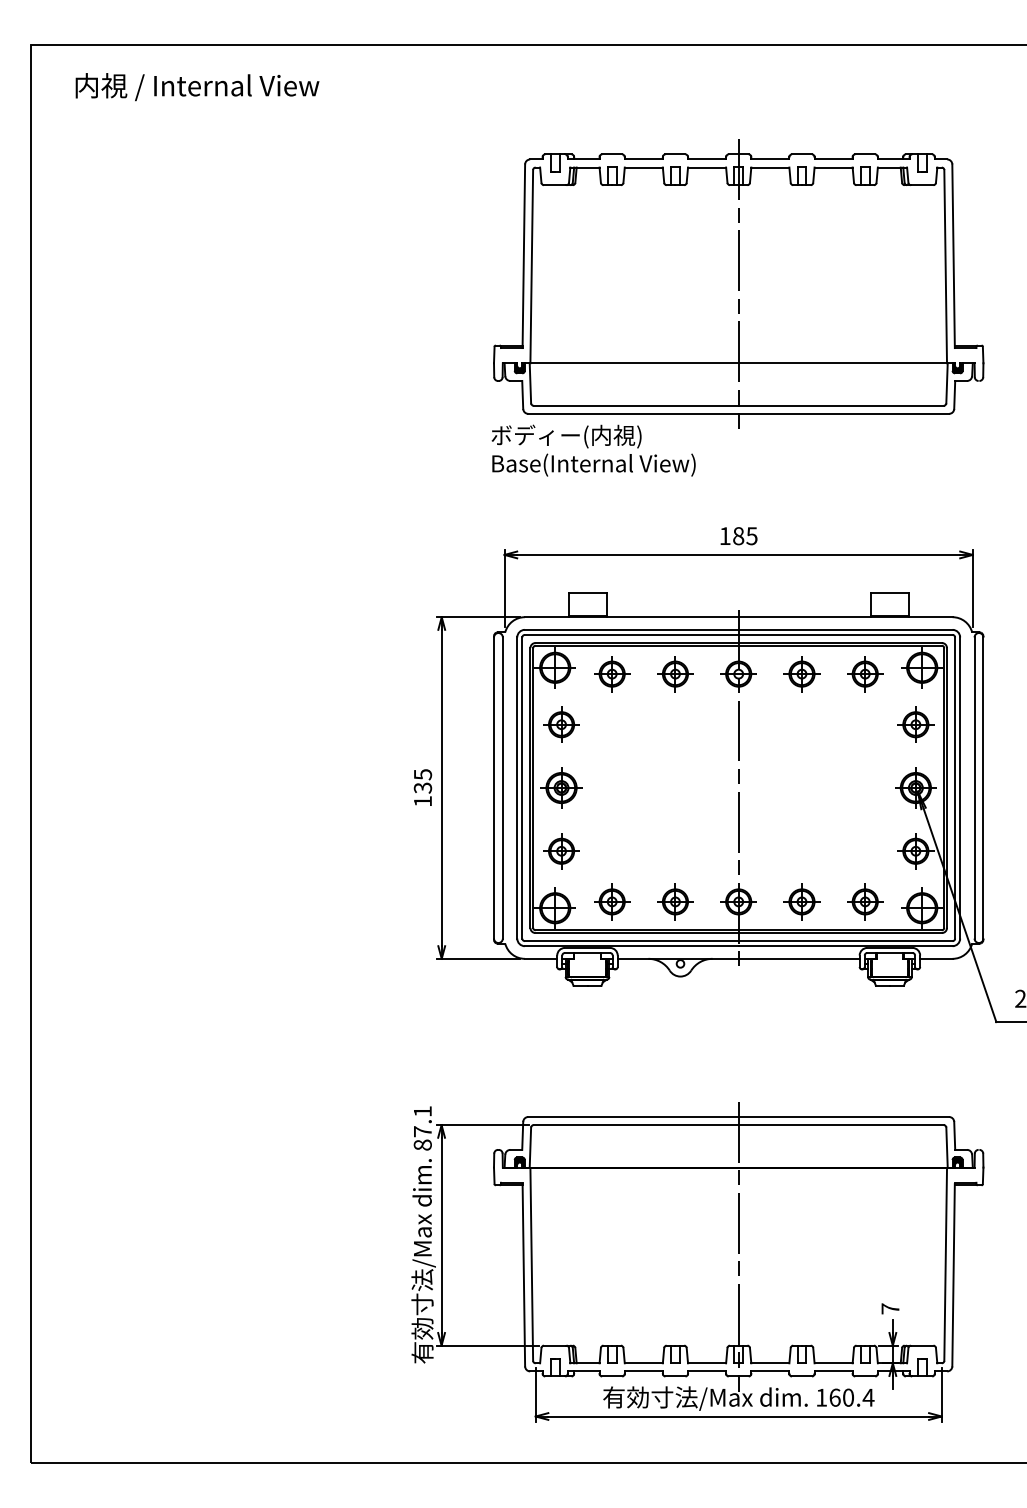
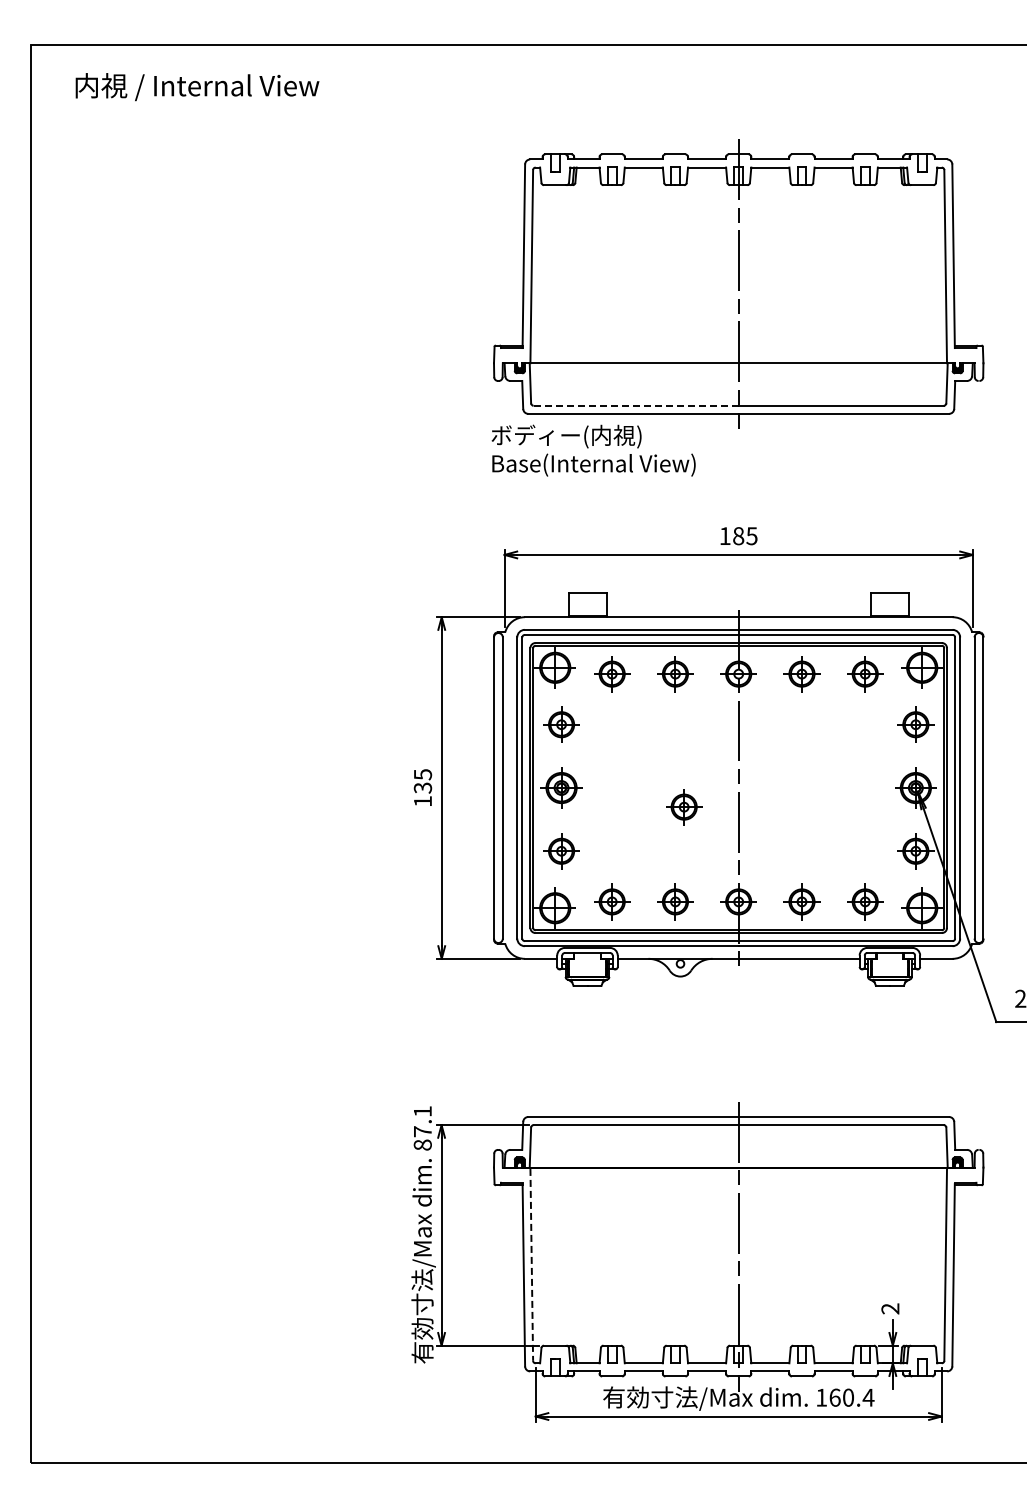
line at (636, 405): solid -> dashed
part at (684, 807): none -> present
line at (531, 1264): solid -> dashed
text at (890, 1308): 7 -> 2
